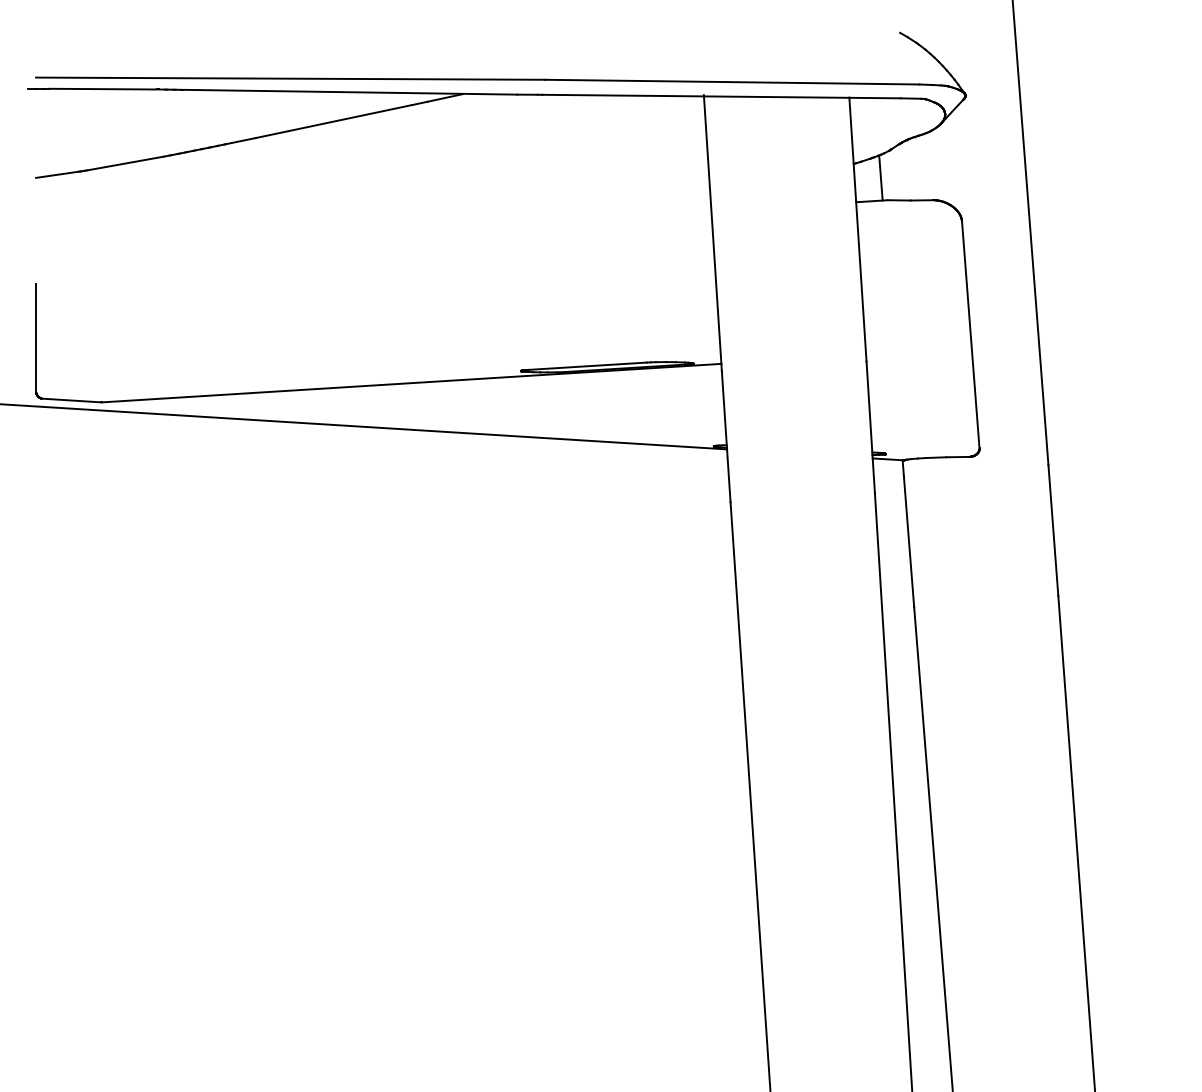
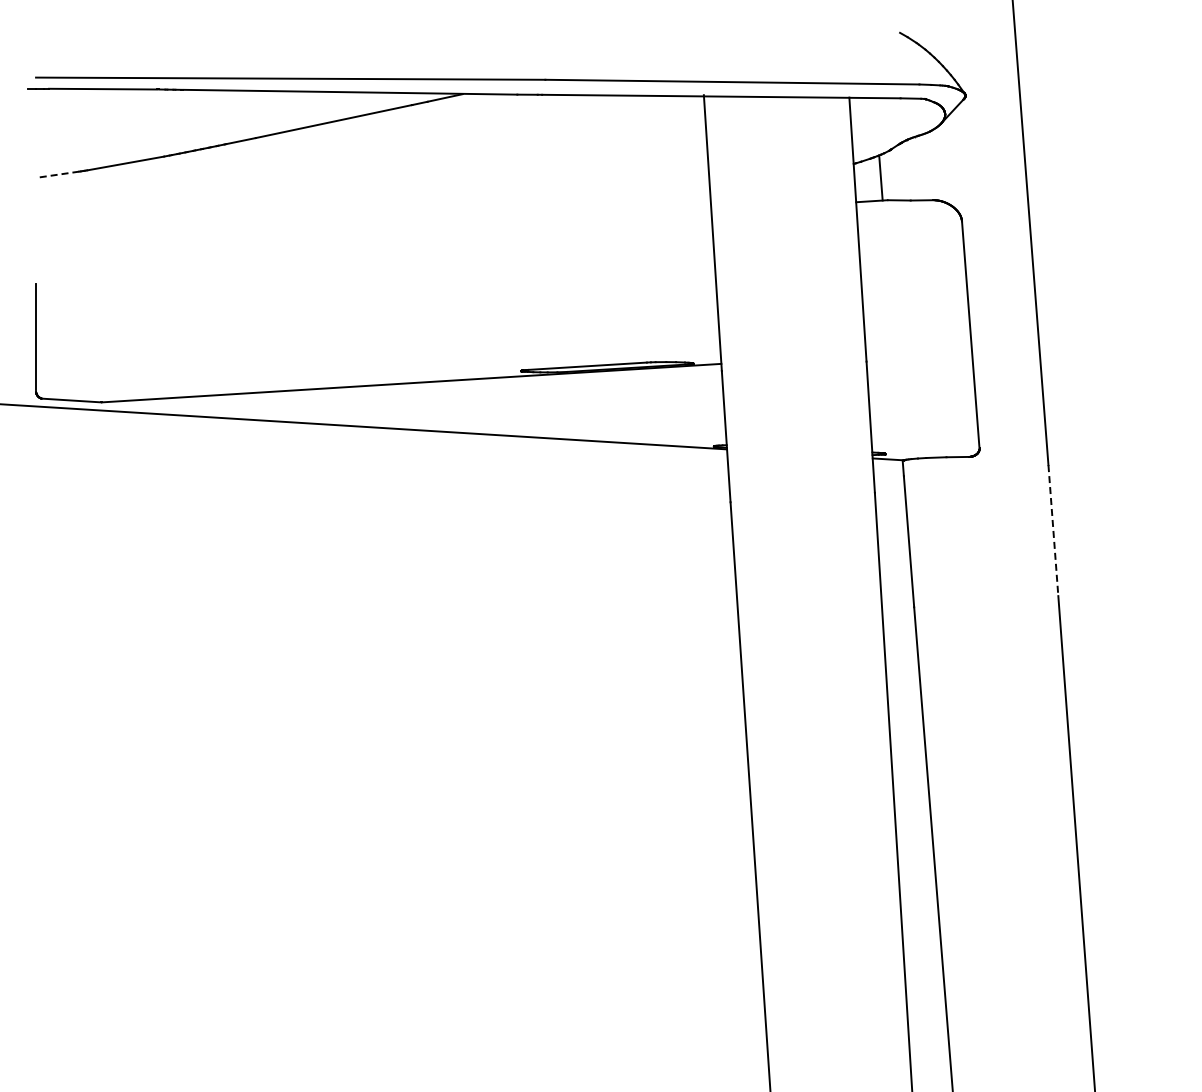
line at (57, 174): solid -> dashed
line at (1053, 530): solid -> dashed
